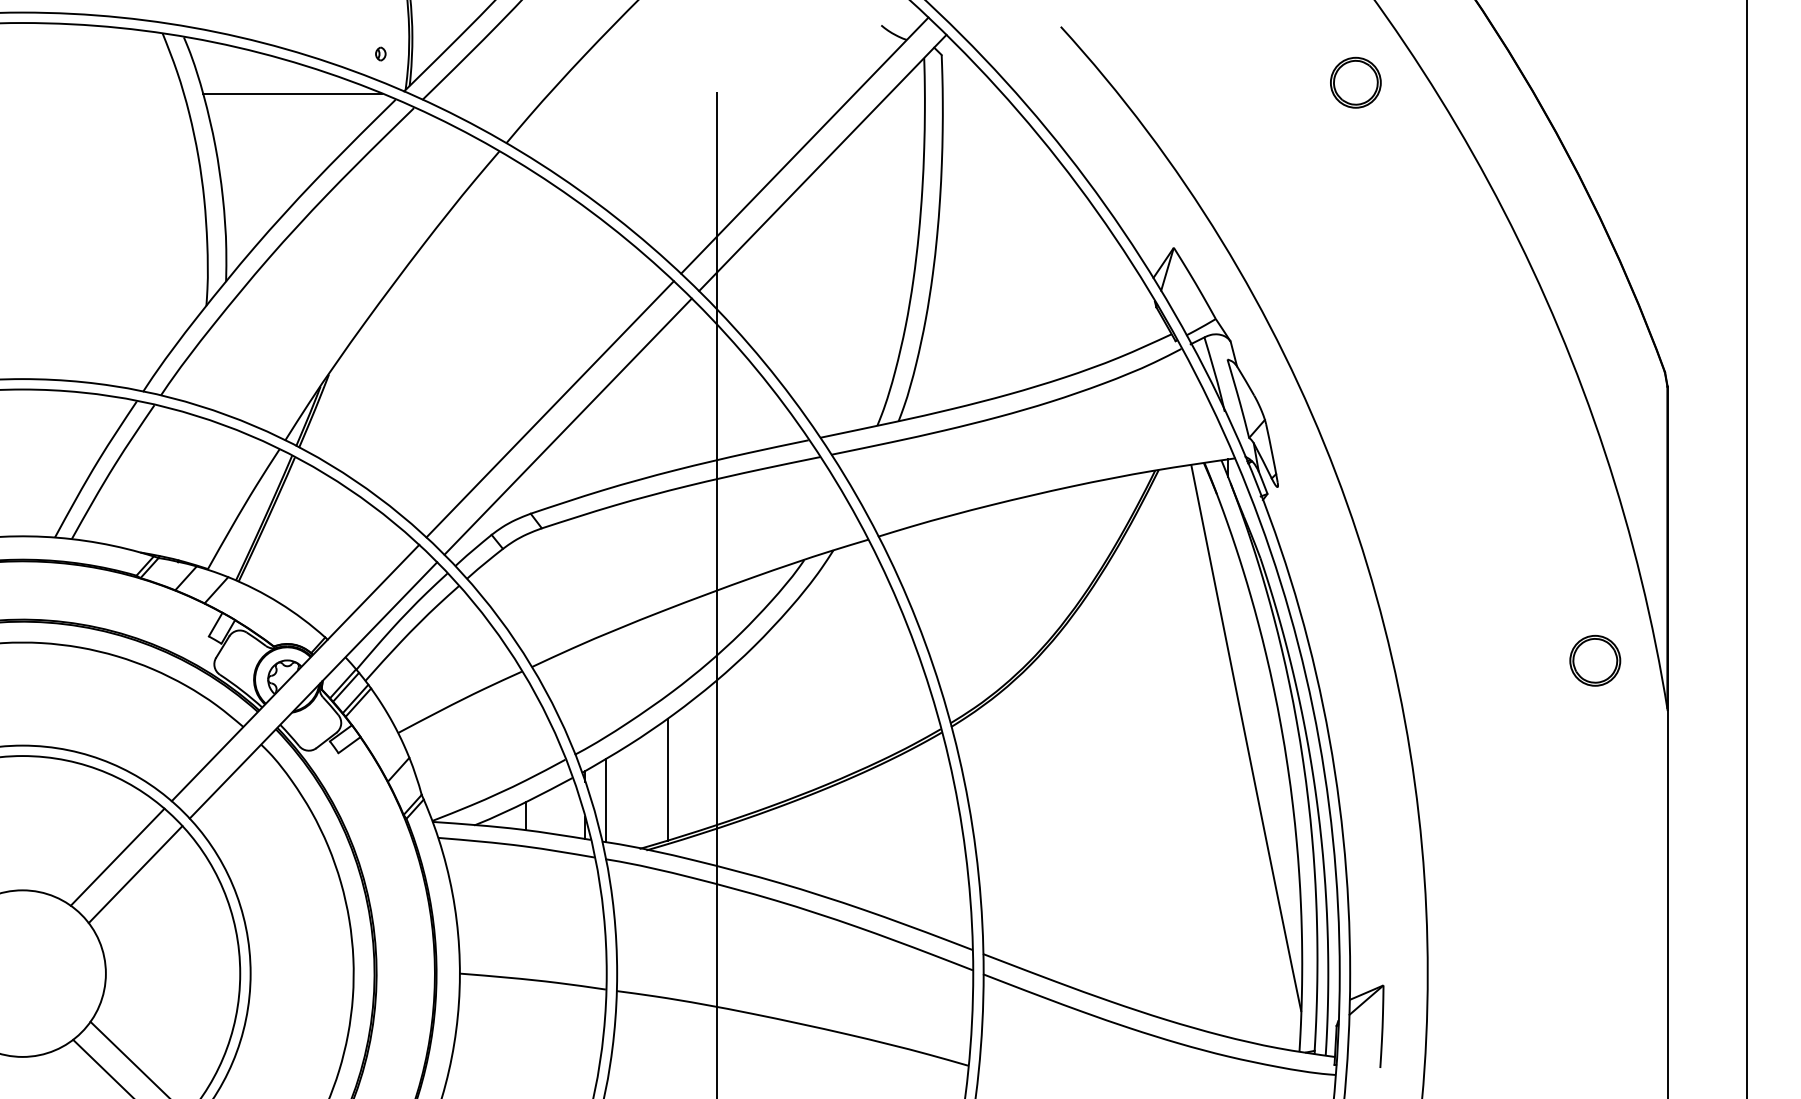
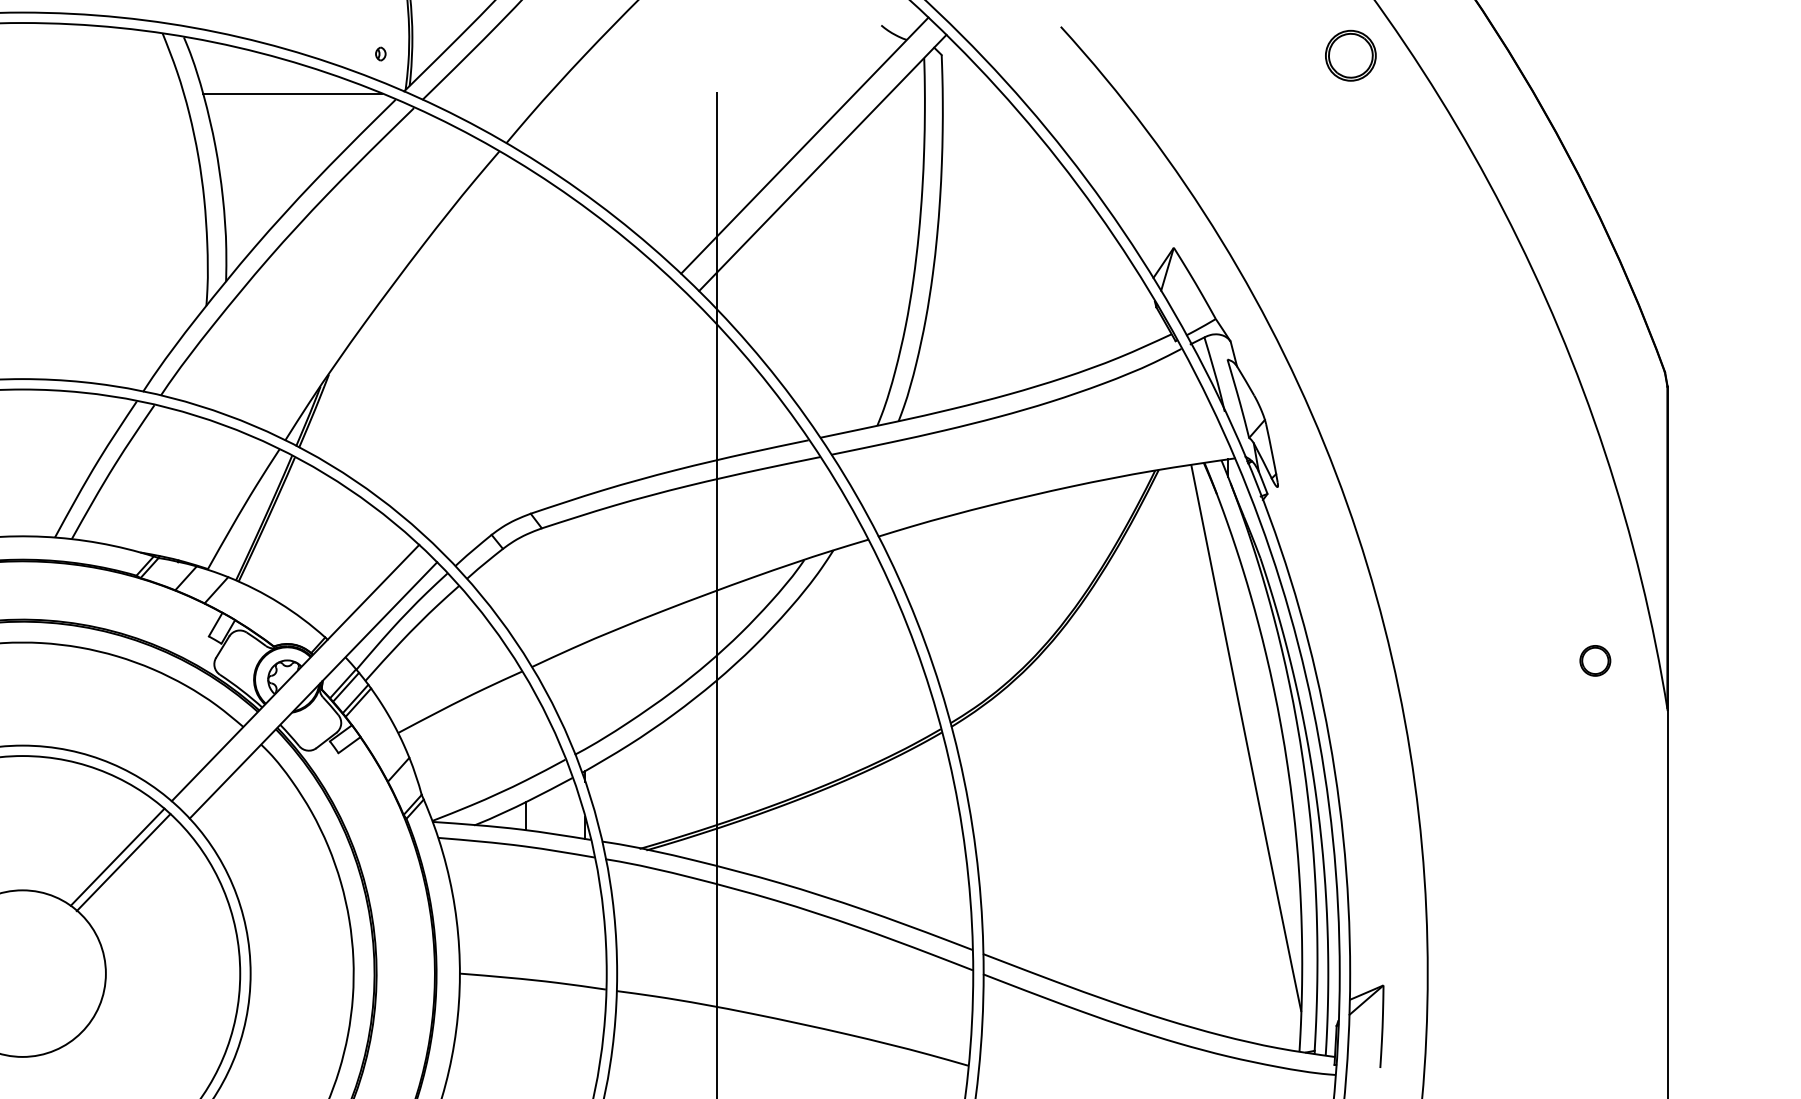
part at (1355, 82) position: (1355, 82) -> (1350, 55)
line at (549, 409): present -> none
line at (567, 426): present -> none
line at (1746, 548): present -> none
part at (1595, 660) size: 53x52 px -> 33x32 px
line at (667, 779): present -> none
line at (605, 800): present -> none
line at (135, 874) position: (135, 874) -> (123, 862)
line at (128, 1058): present -> none
line at (102, 1067): present -> none
